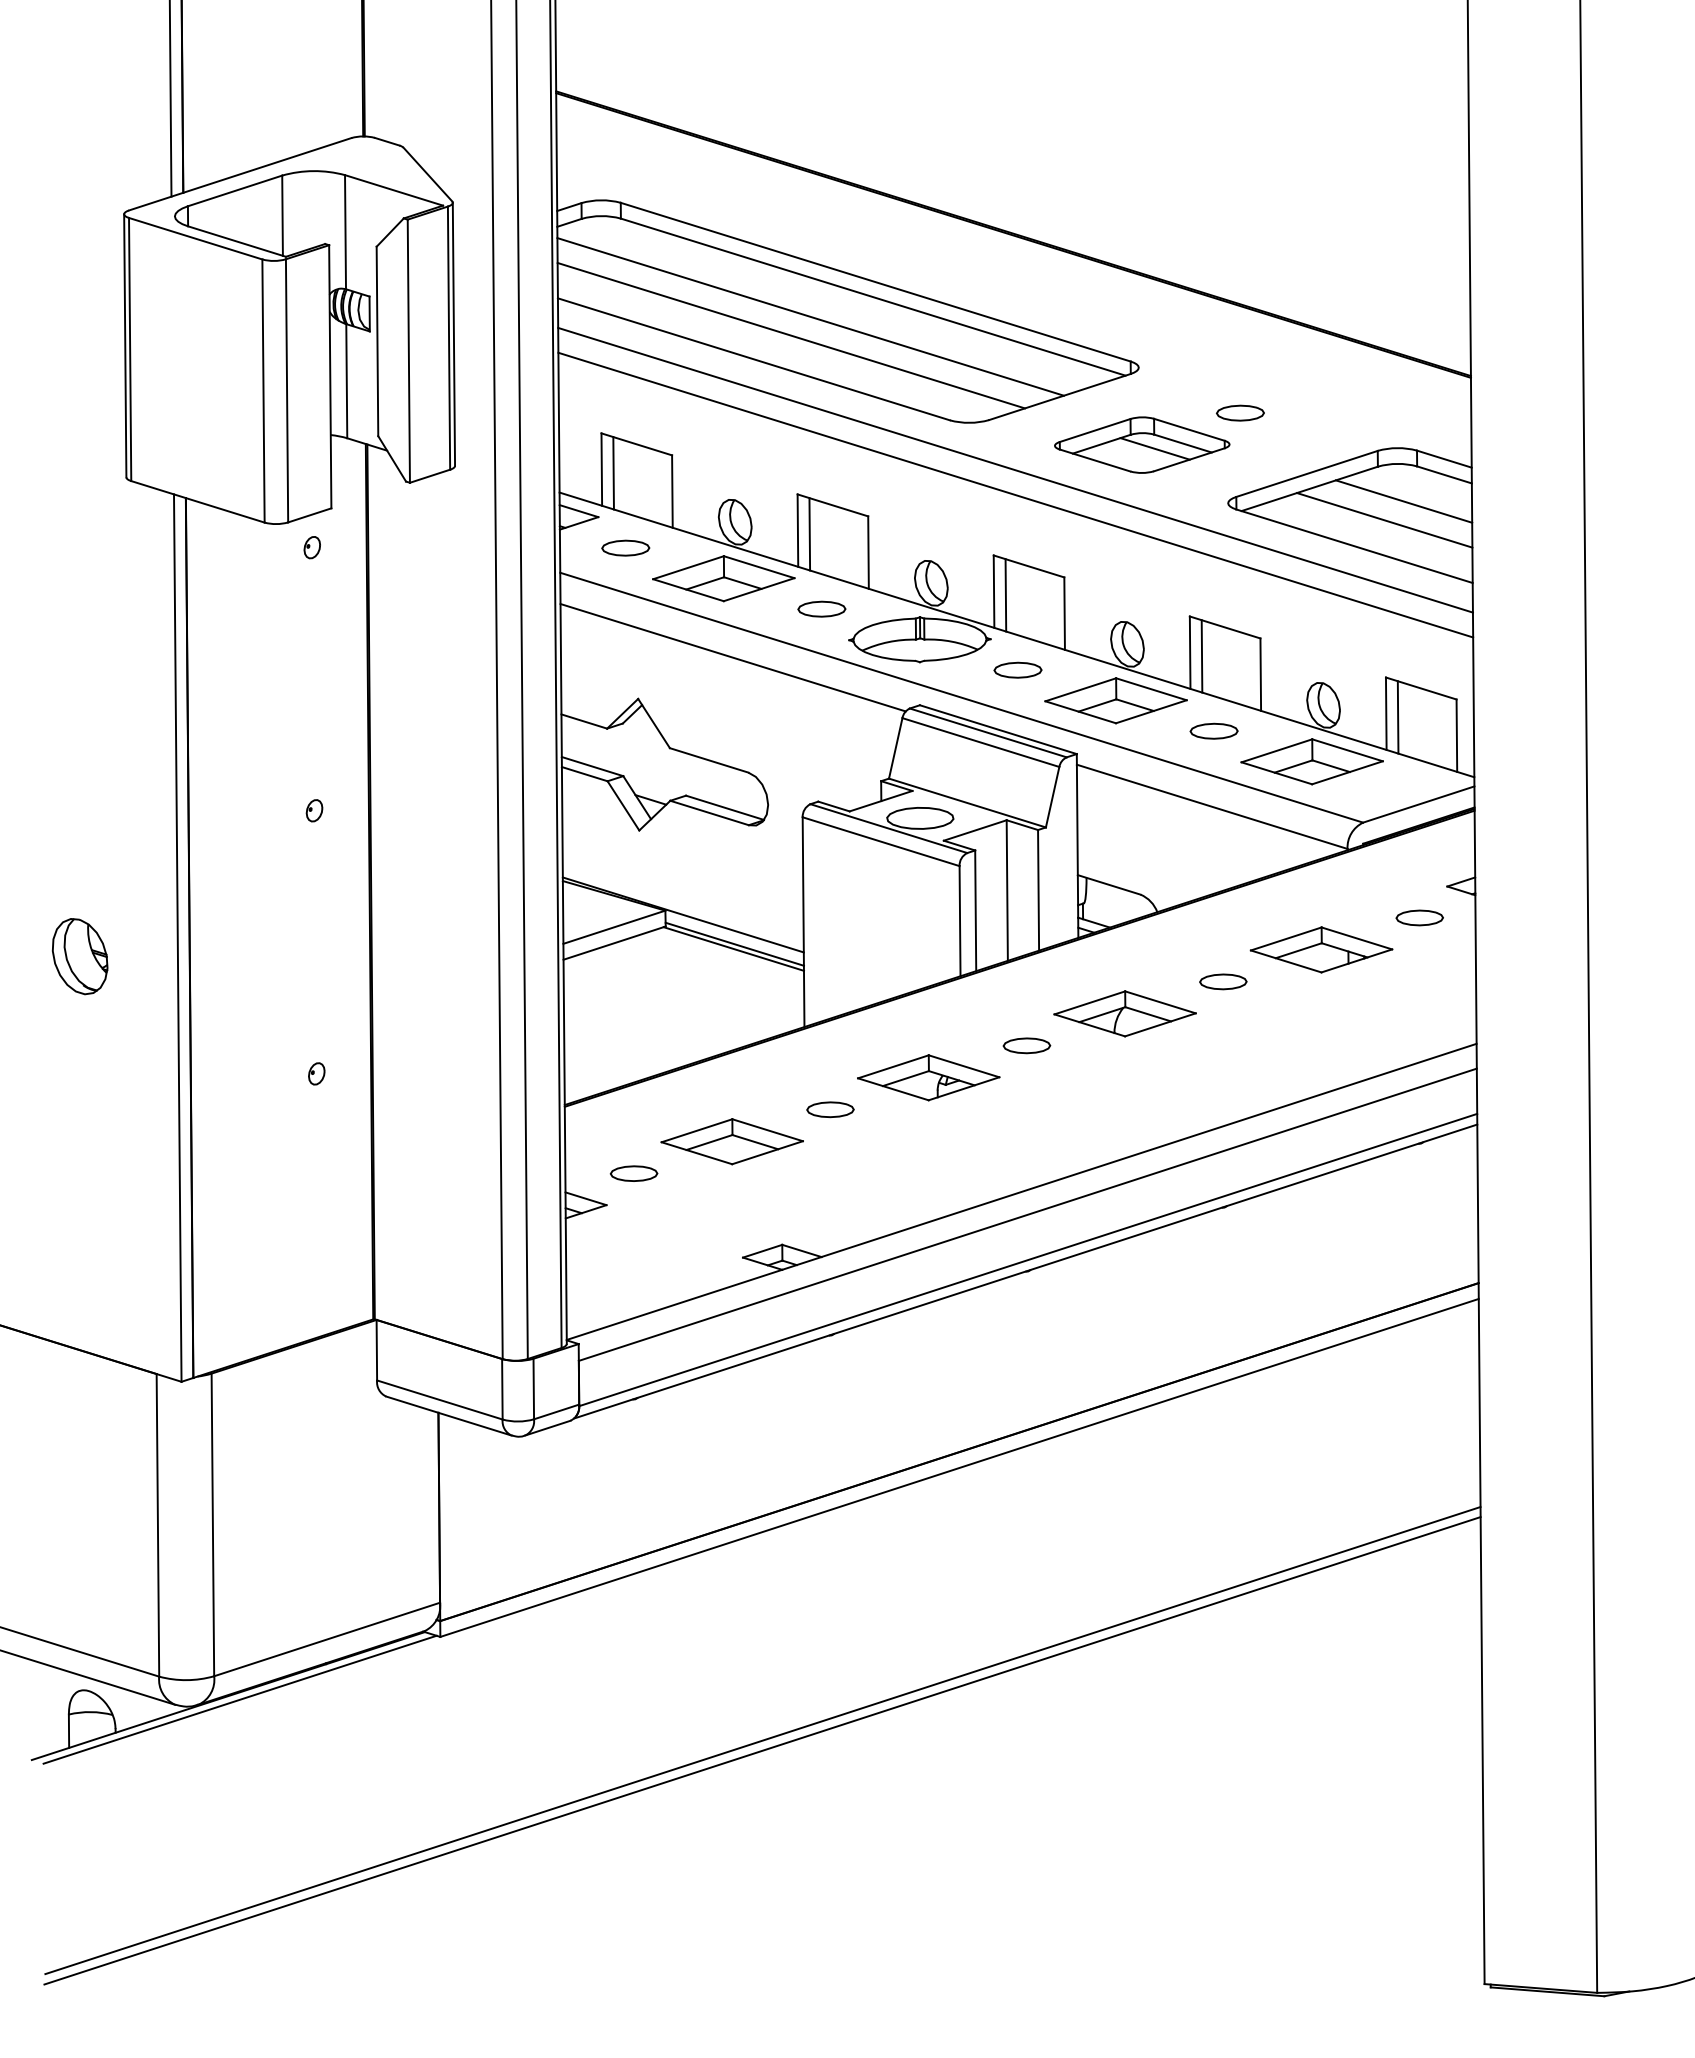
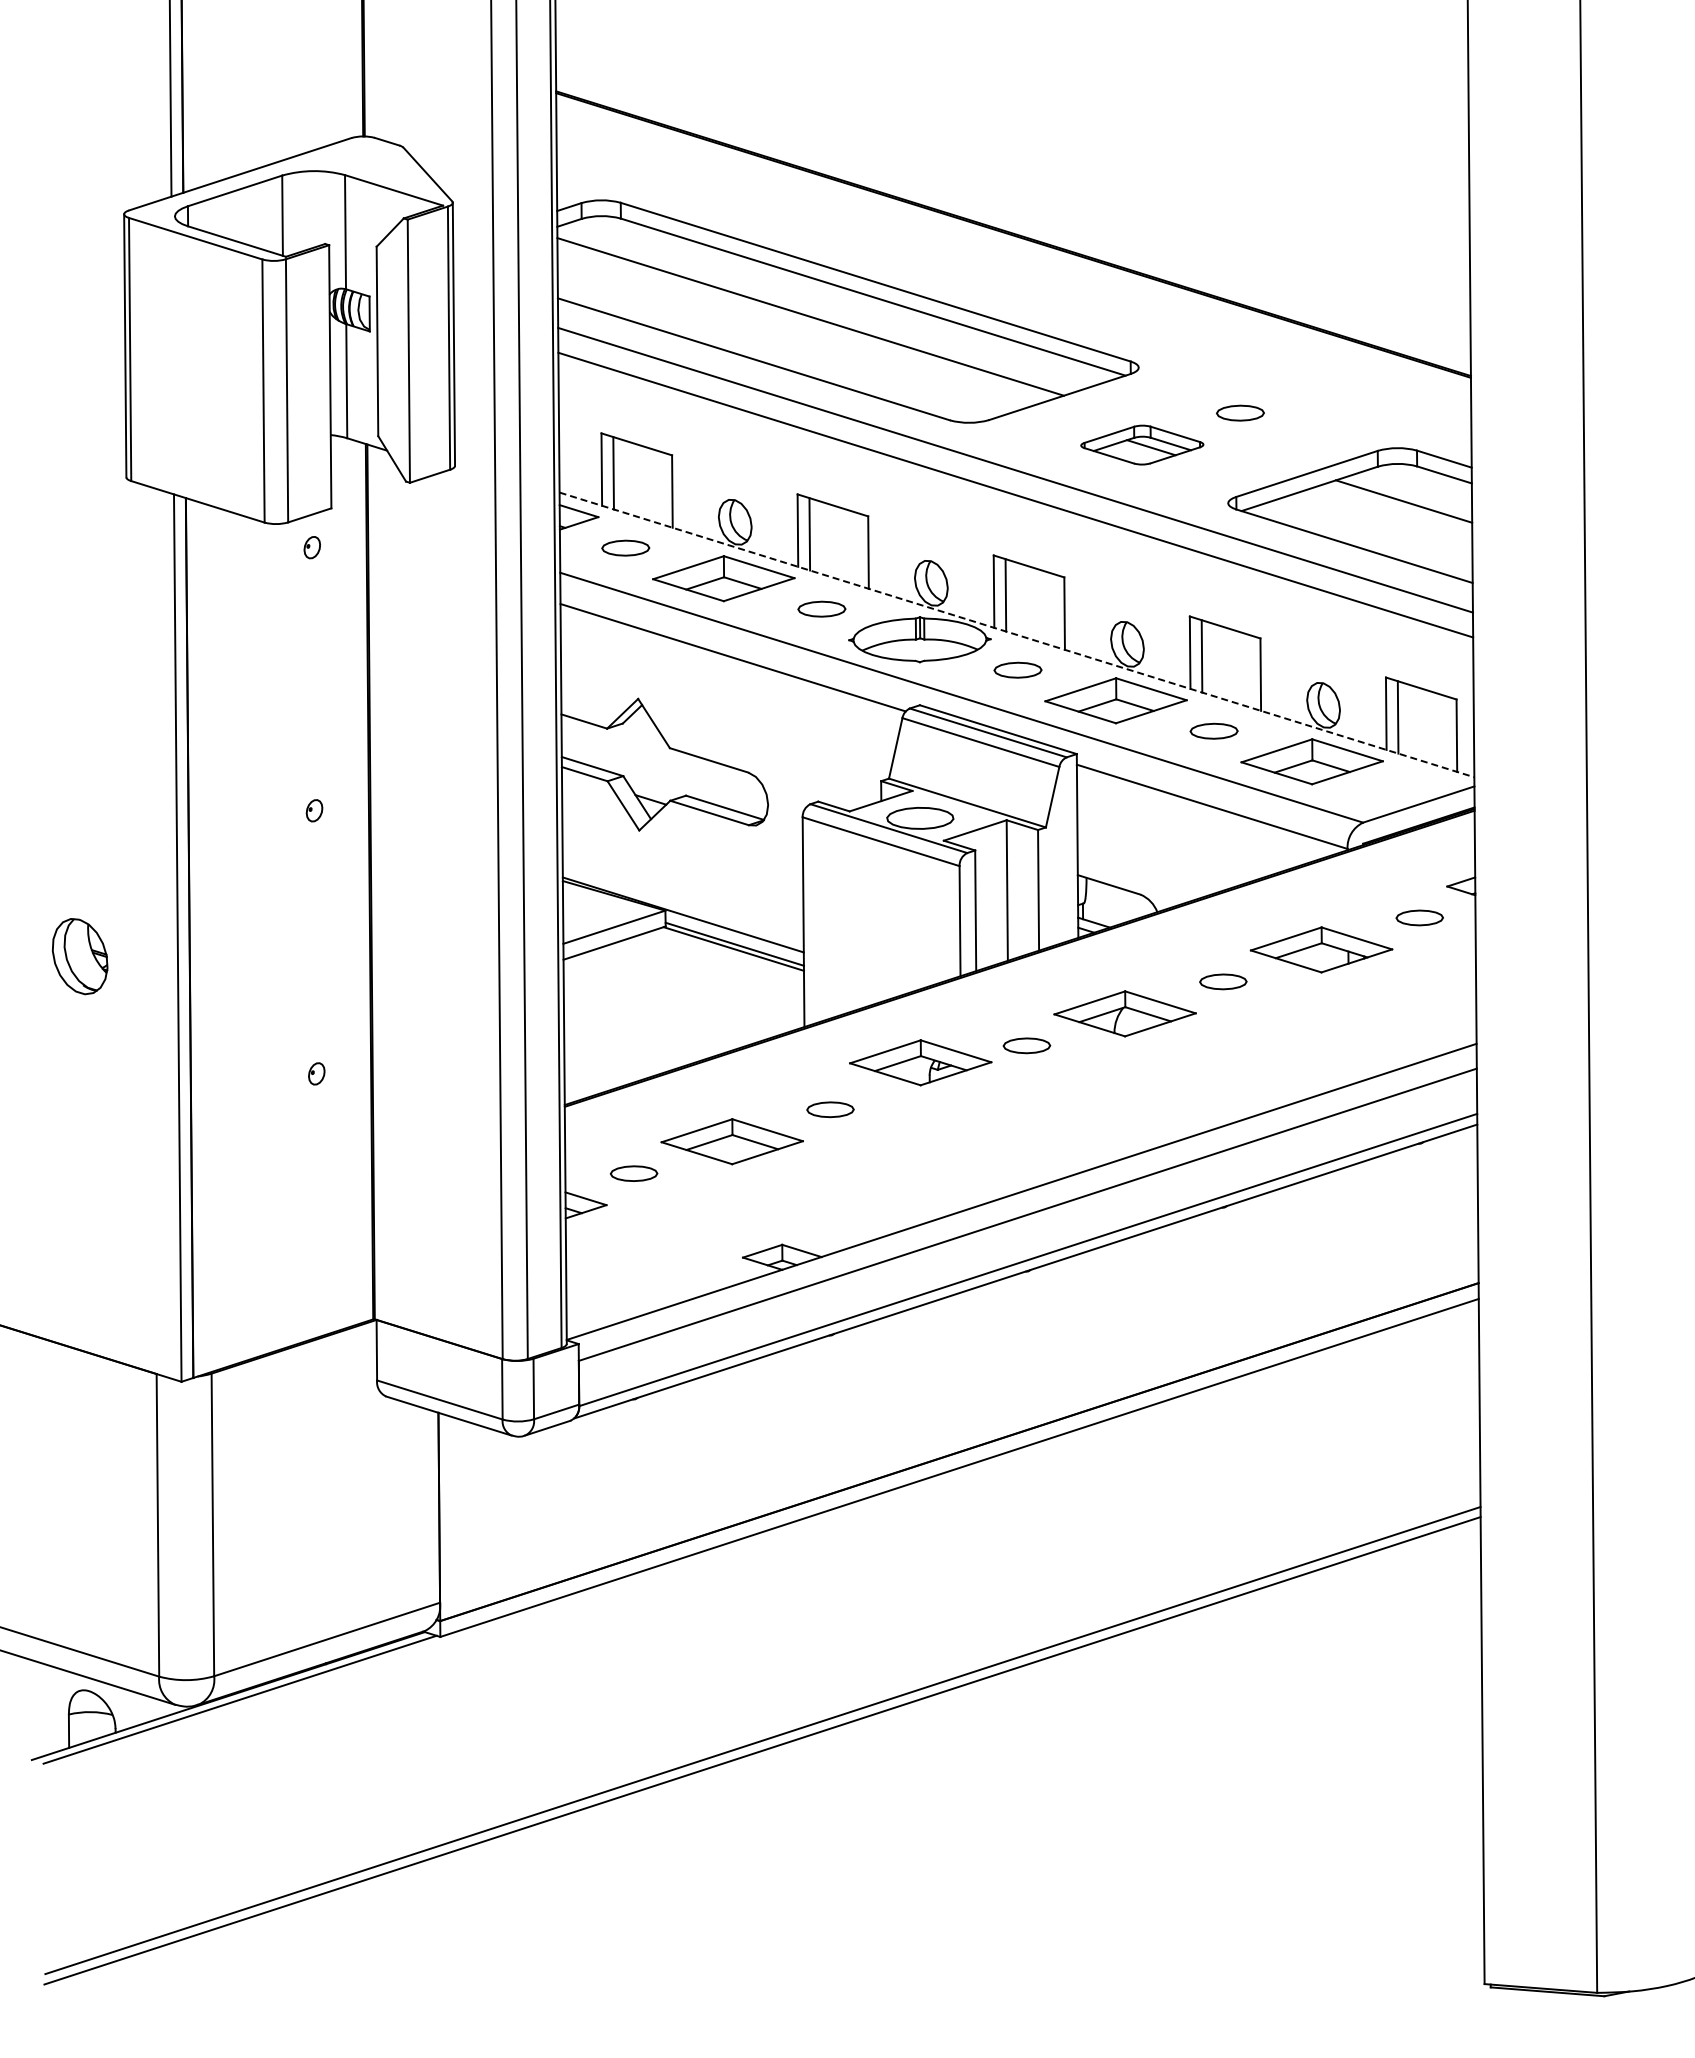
line at (790, 335): present -> none
part at (1142, 444) size: 177x58 px -> 125x42 px
line at (1384, 520): present -> none
line at (1017, 635): solid -> dashed
part at (928, 1077) position: (928, 1077) -> (920, 1062)
